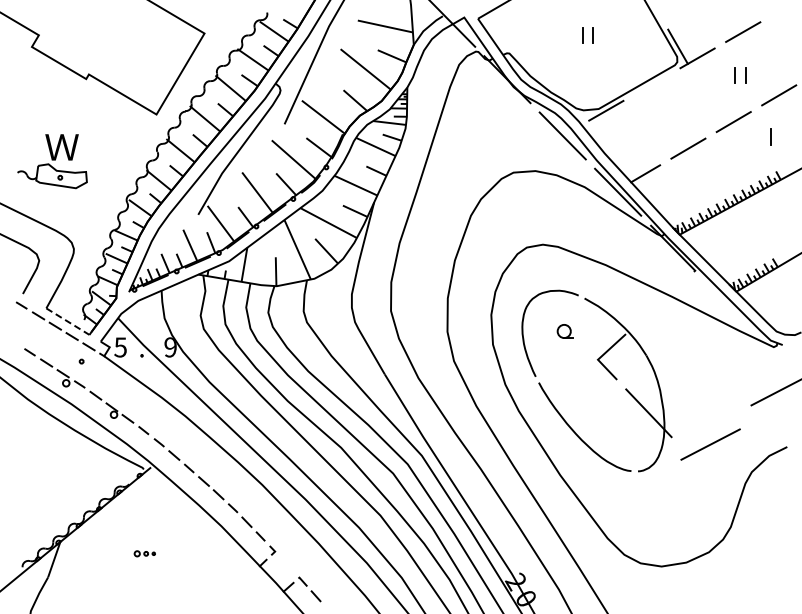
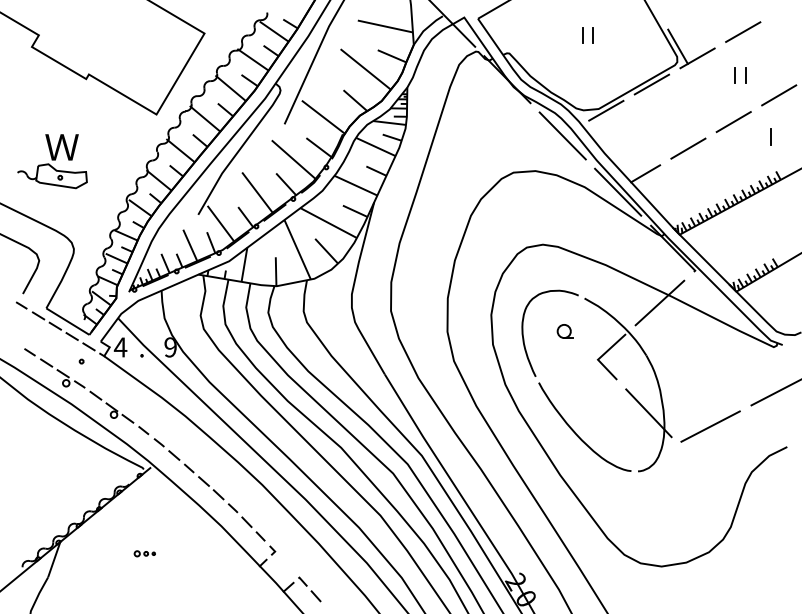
line at (651, 84): none -> present
line at (659, 302): none -> present
line at (68, 321): dashed -> solid
text at (120, 347): 5 -> 4
line at (710, 444) position: (710, 444) -> (710, 426)
